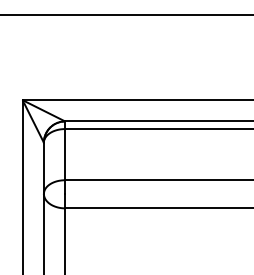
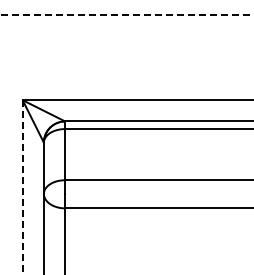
line at (127, 15): solid -> dashed
line at (22, 187): solid -> dashed
